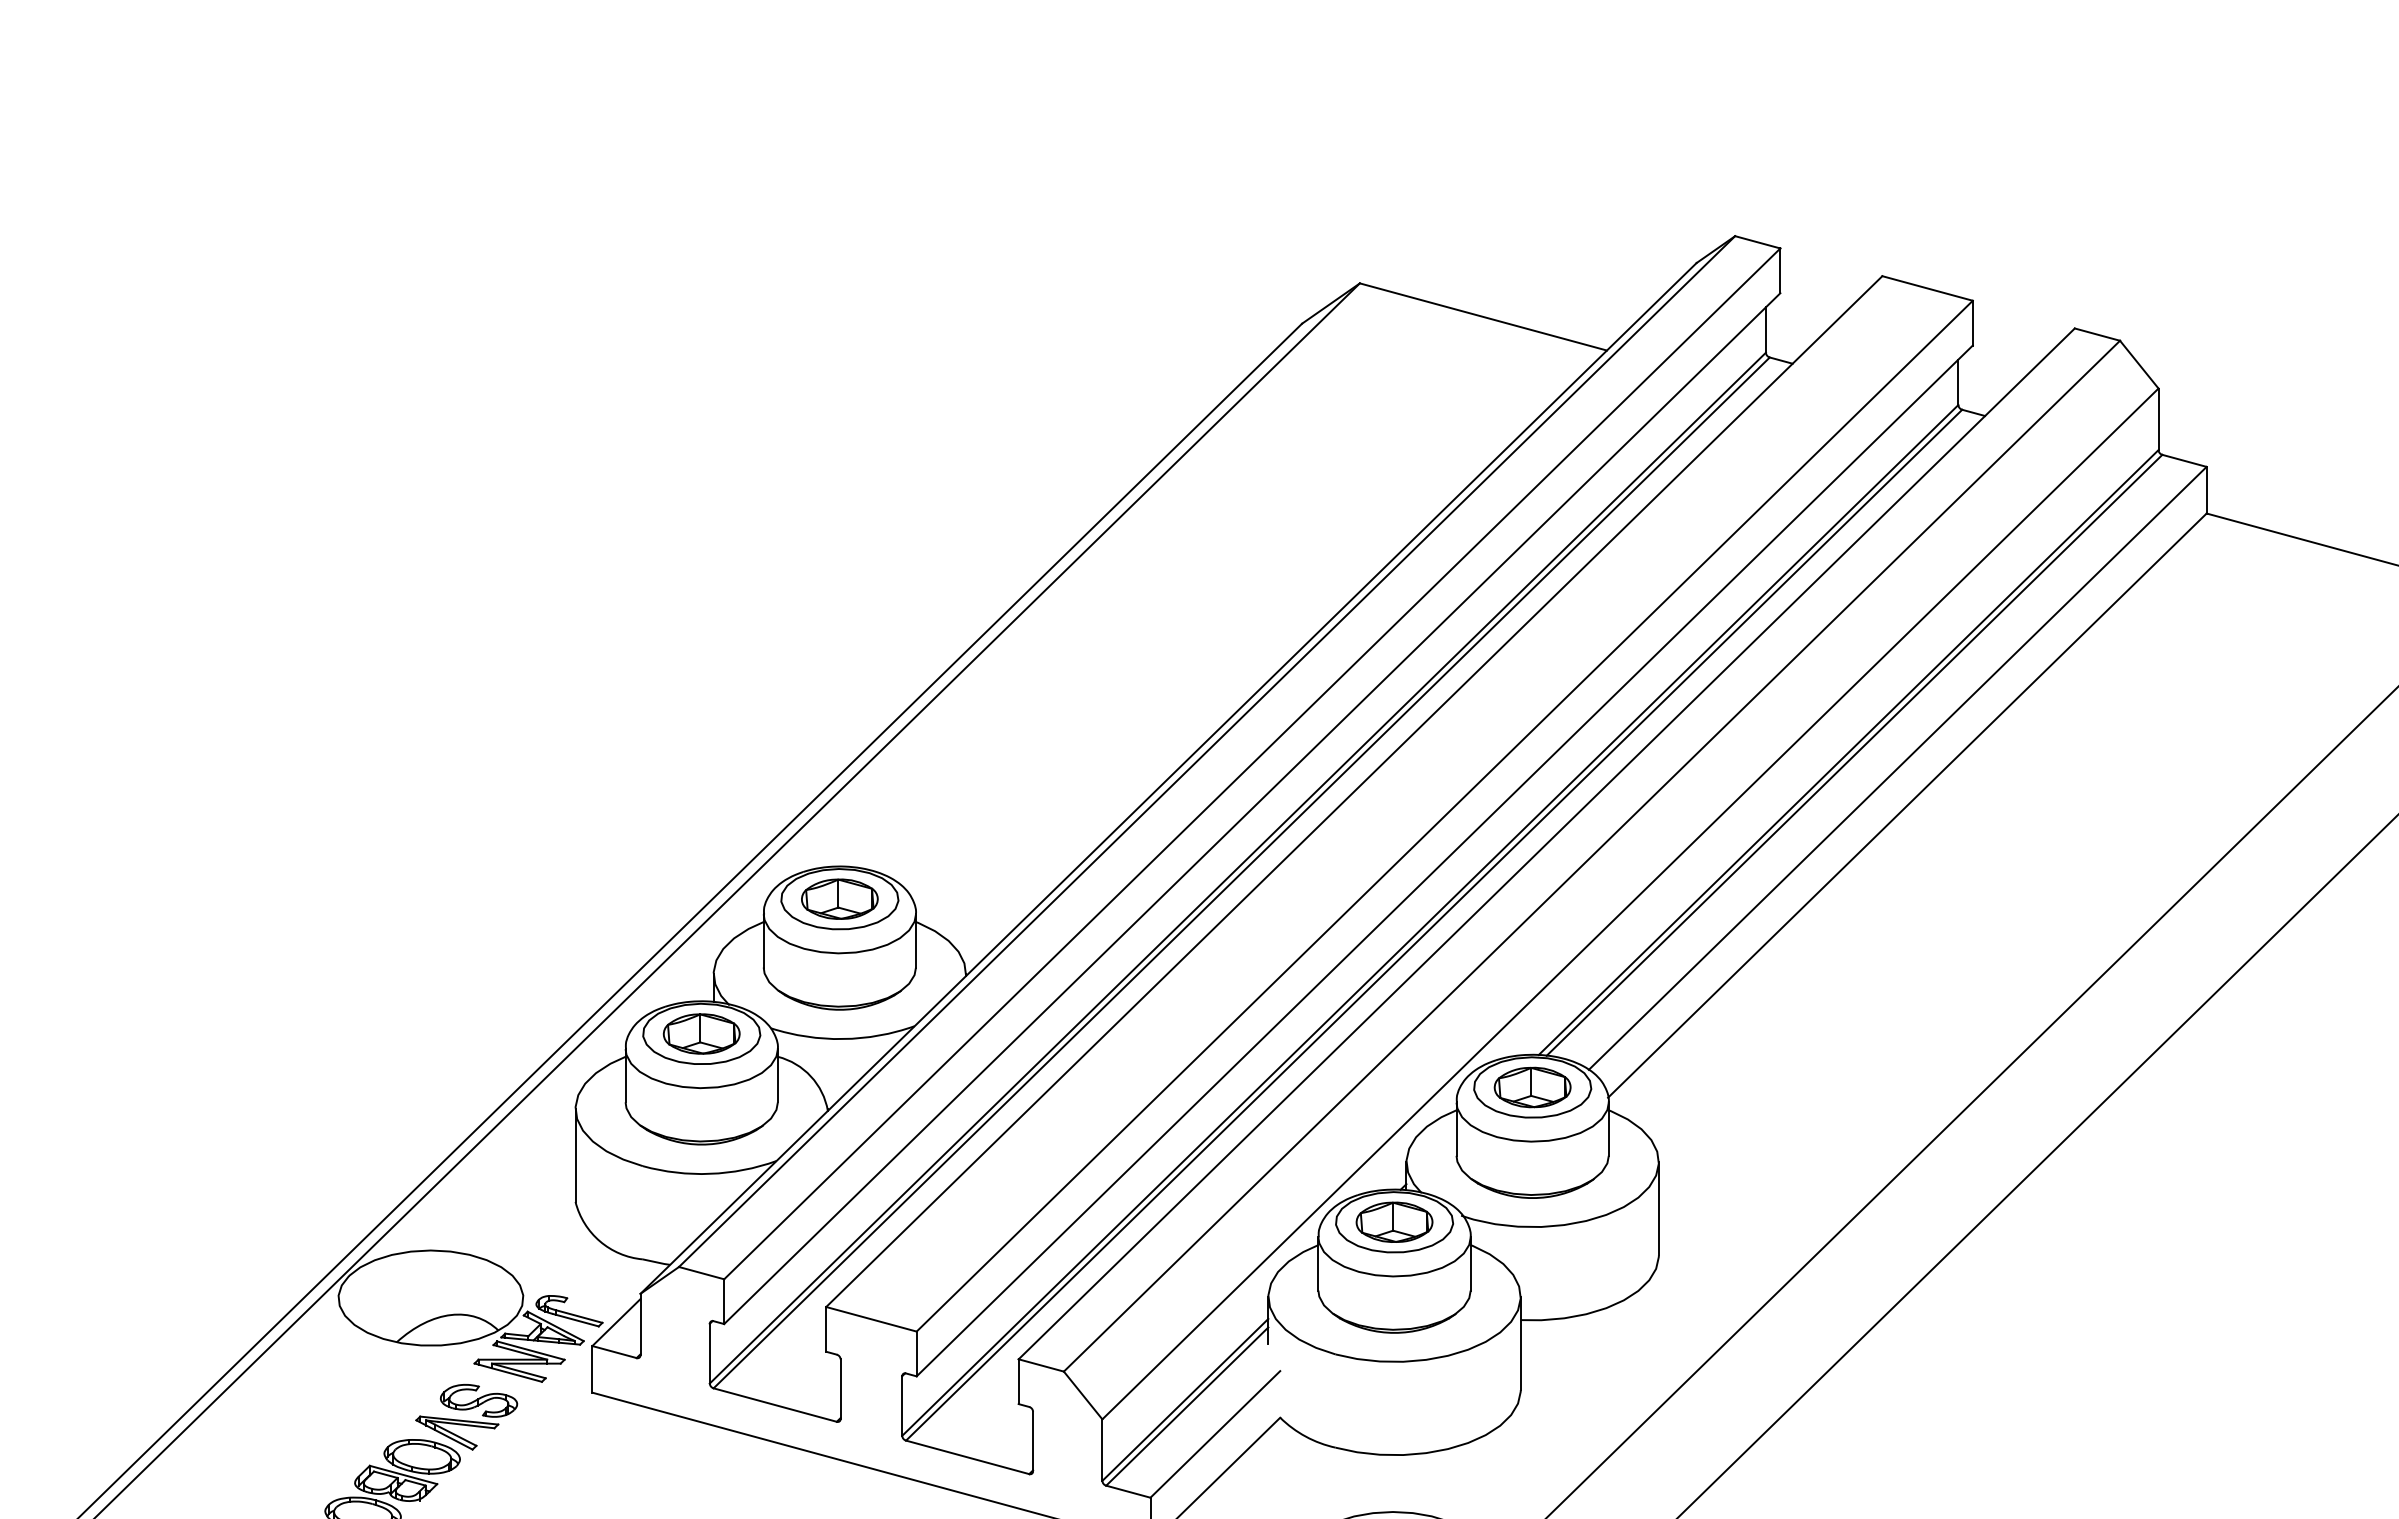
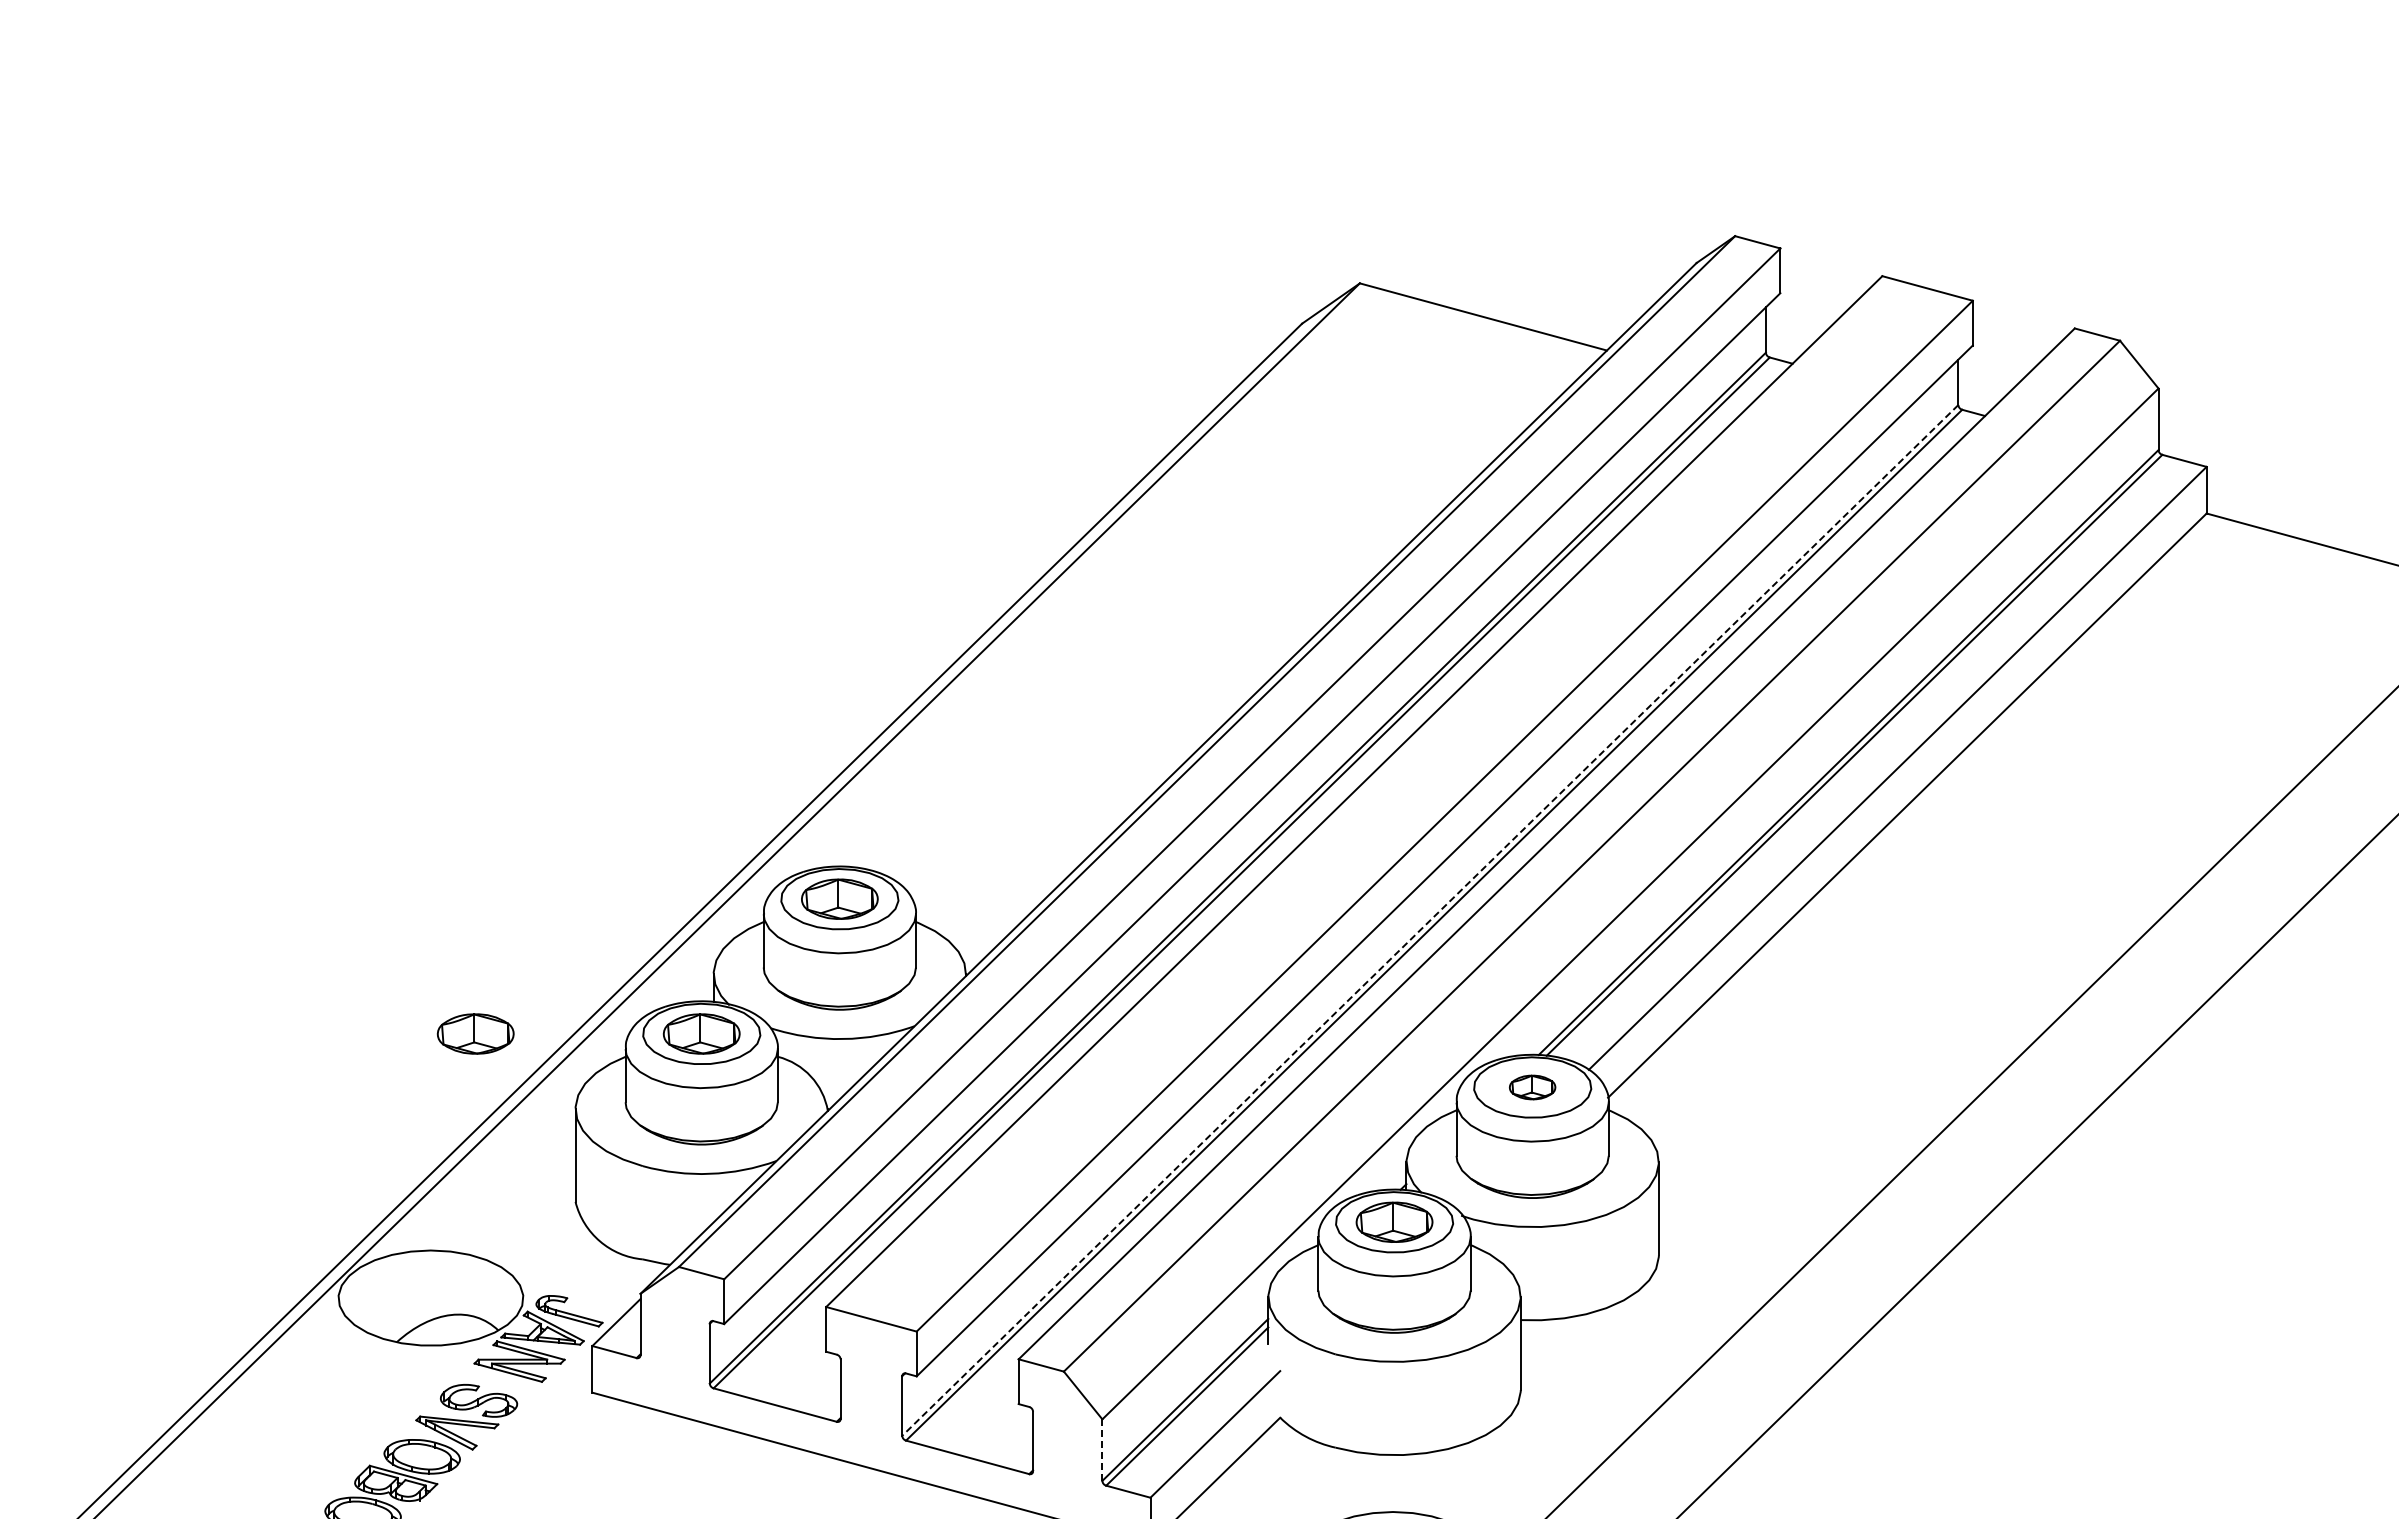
line at (1430, 920): solid -> dashed
part at (475, 1033): none -> present
part at (1532, 1087) size: 79x43 px -> 48x27 px
line at (1102, 1450): solid -> dashed
